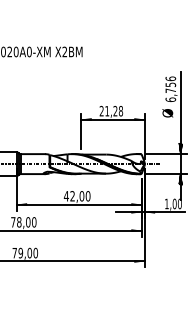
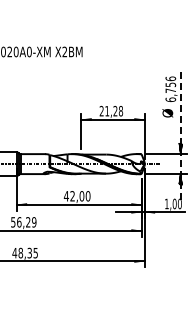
line at (180, 136): solid -> dashed
text at (23, 222): 78,00 -> 56,29
text at (25, 252): 79,00 -> 48,35
